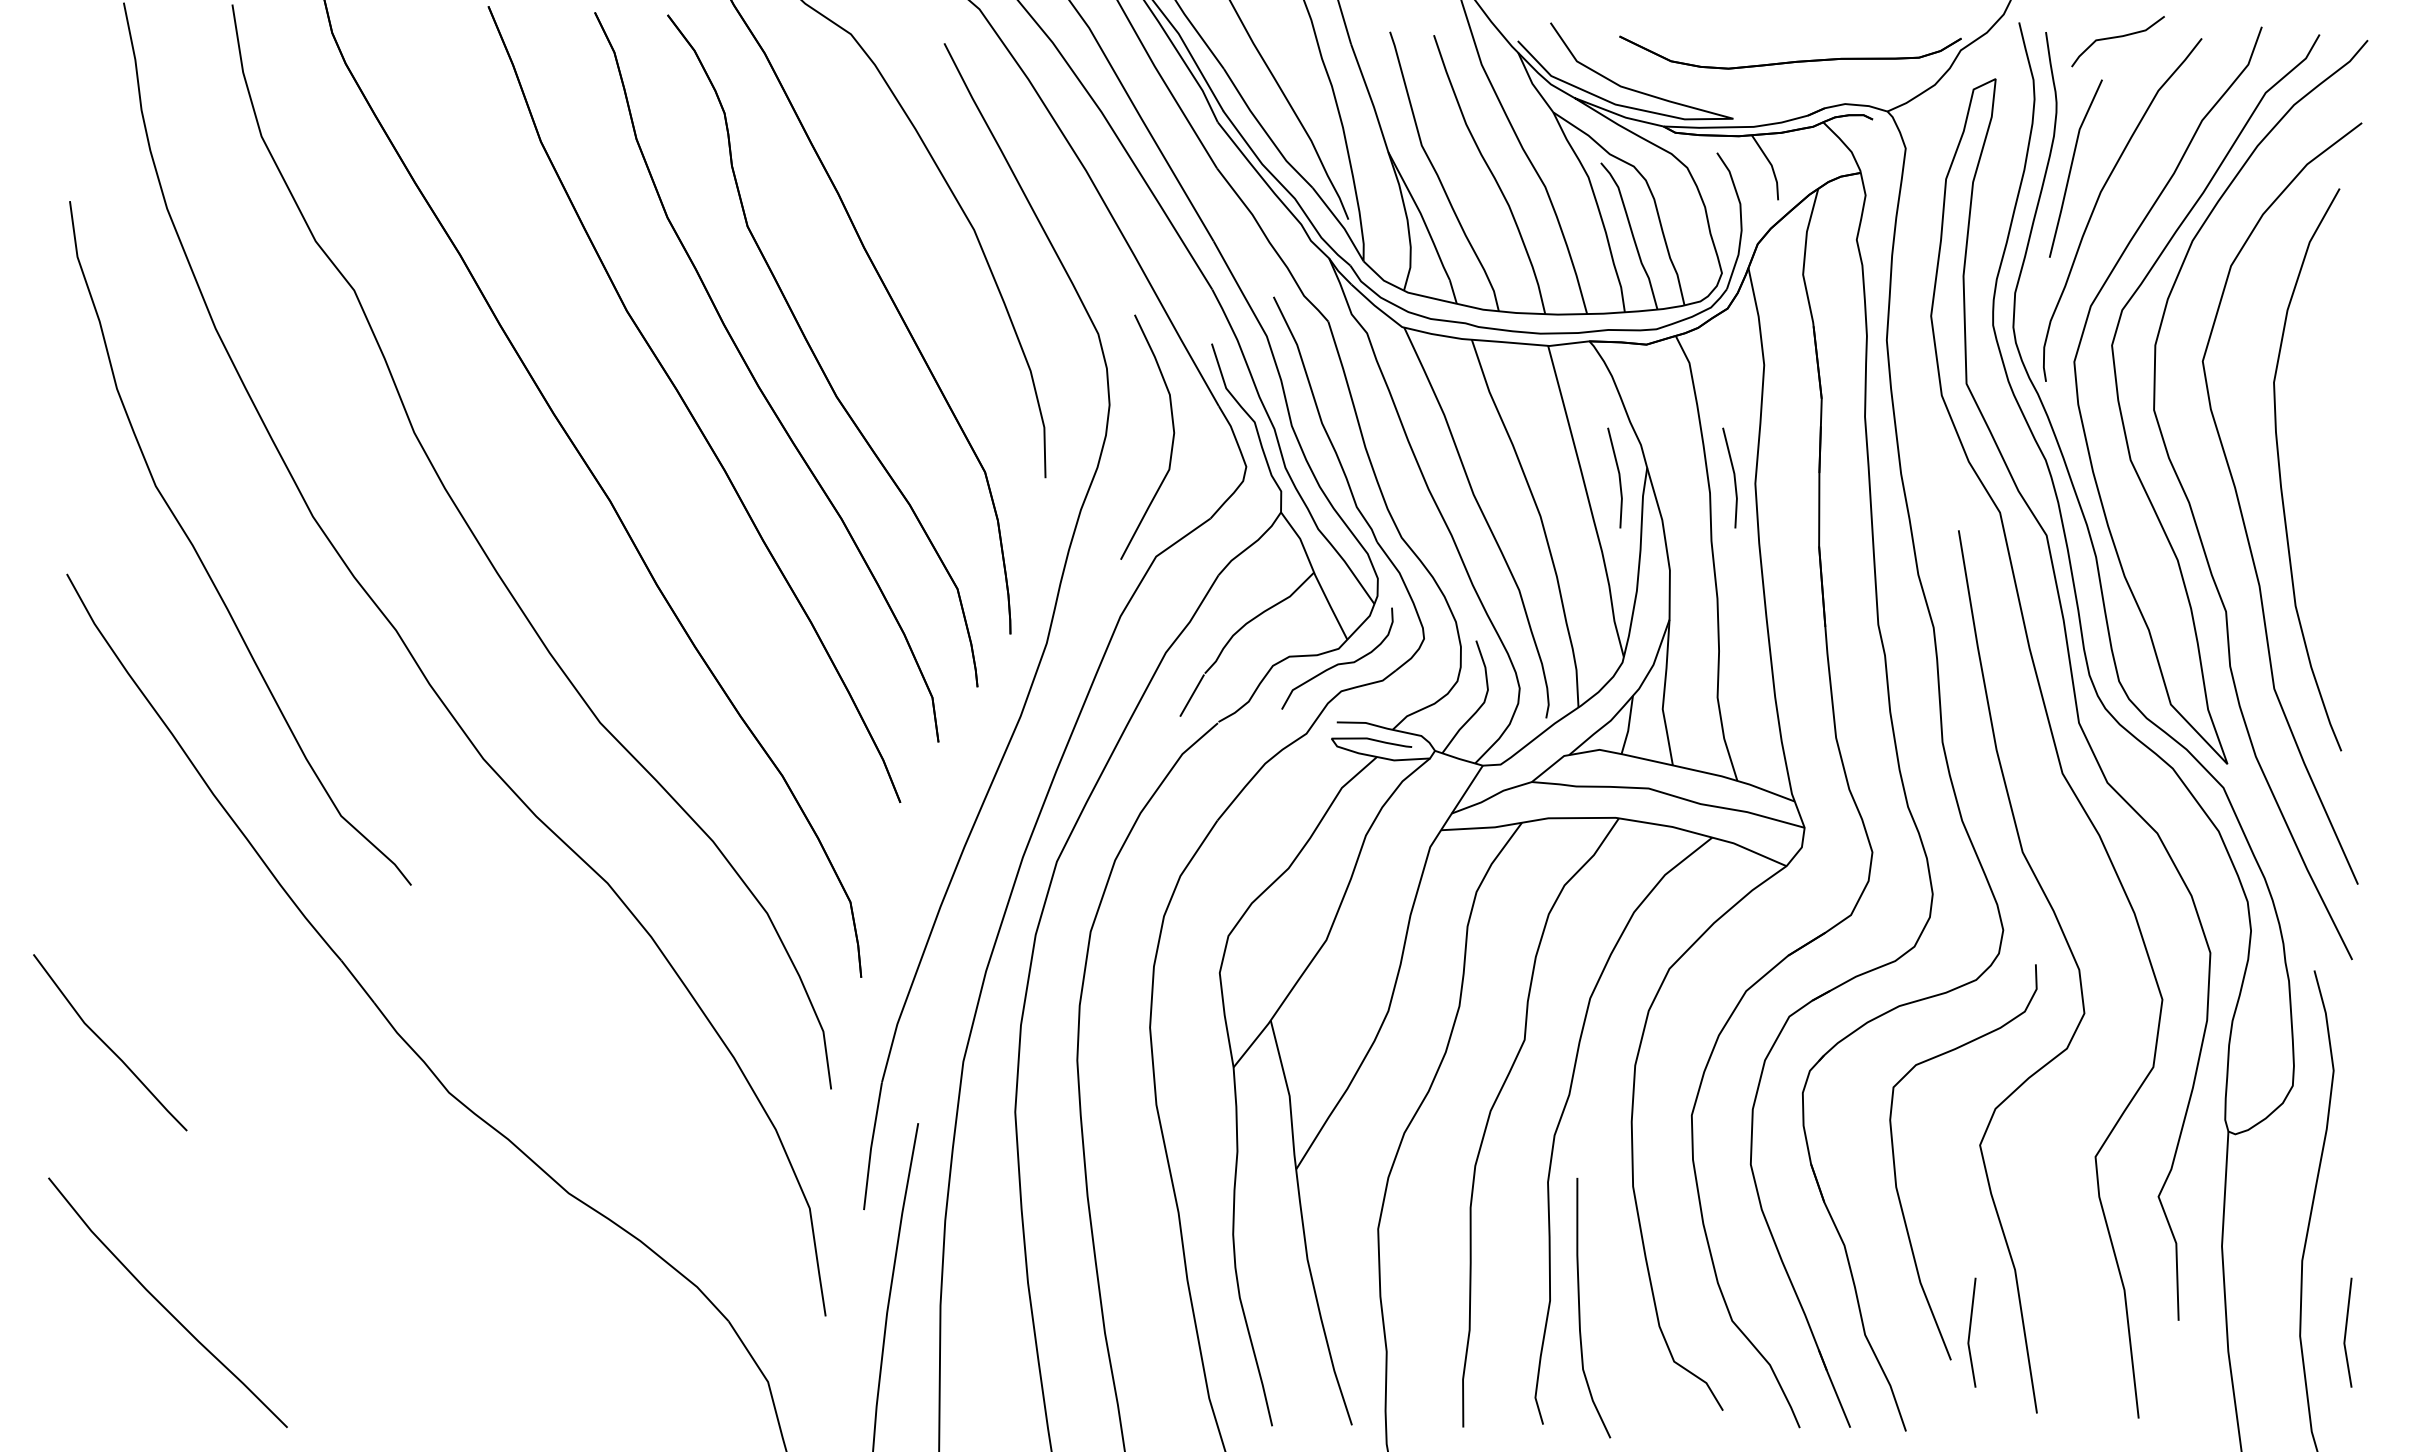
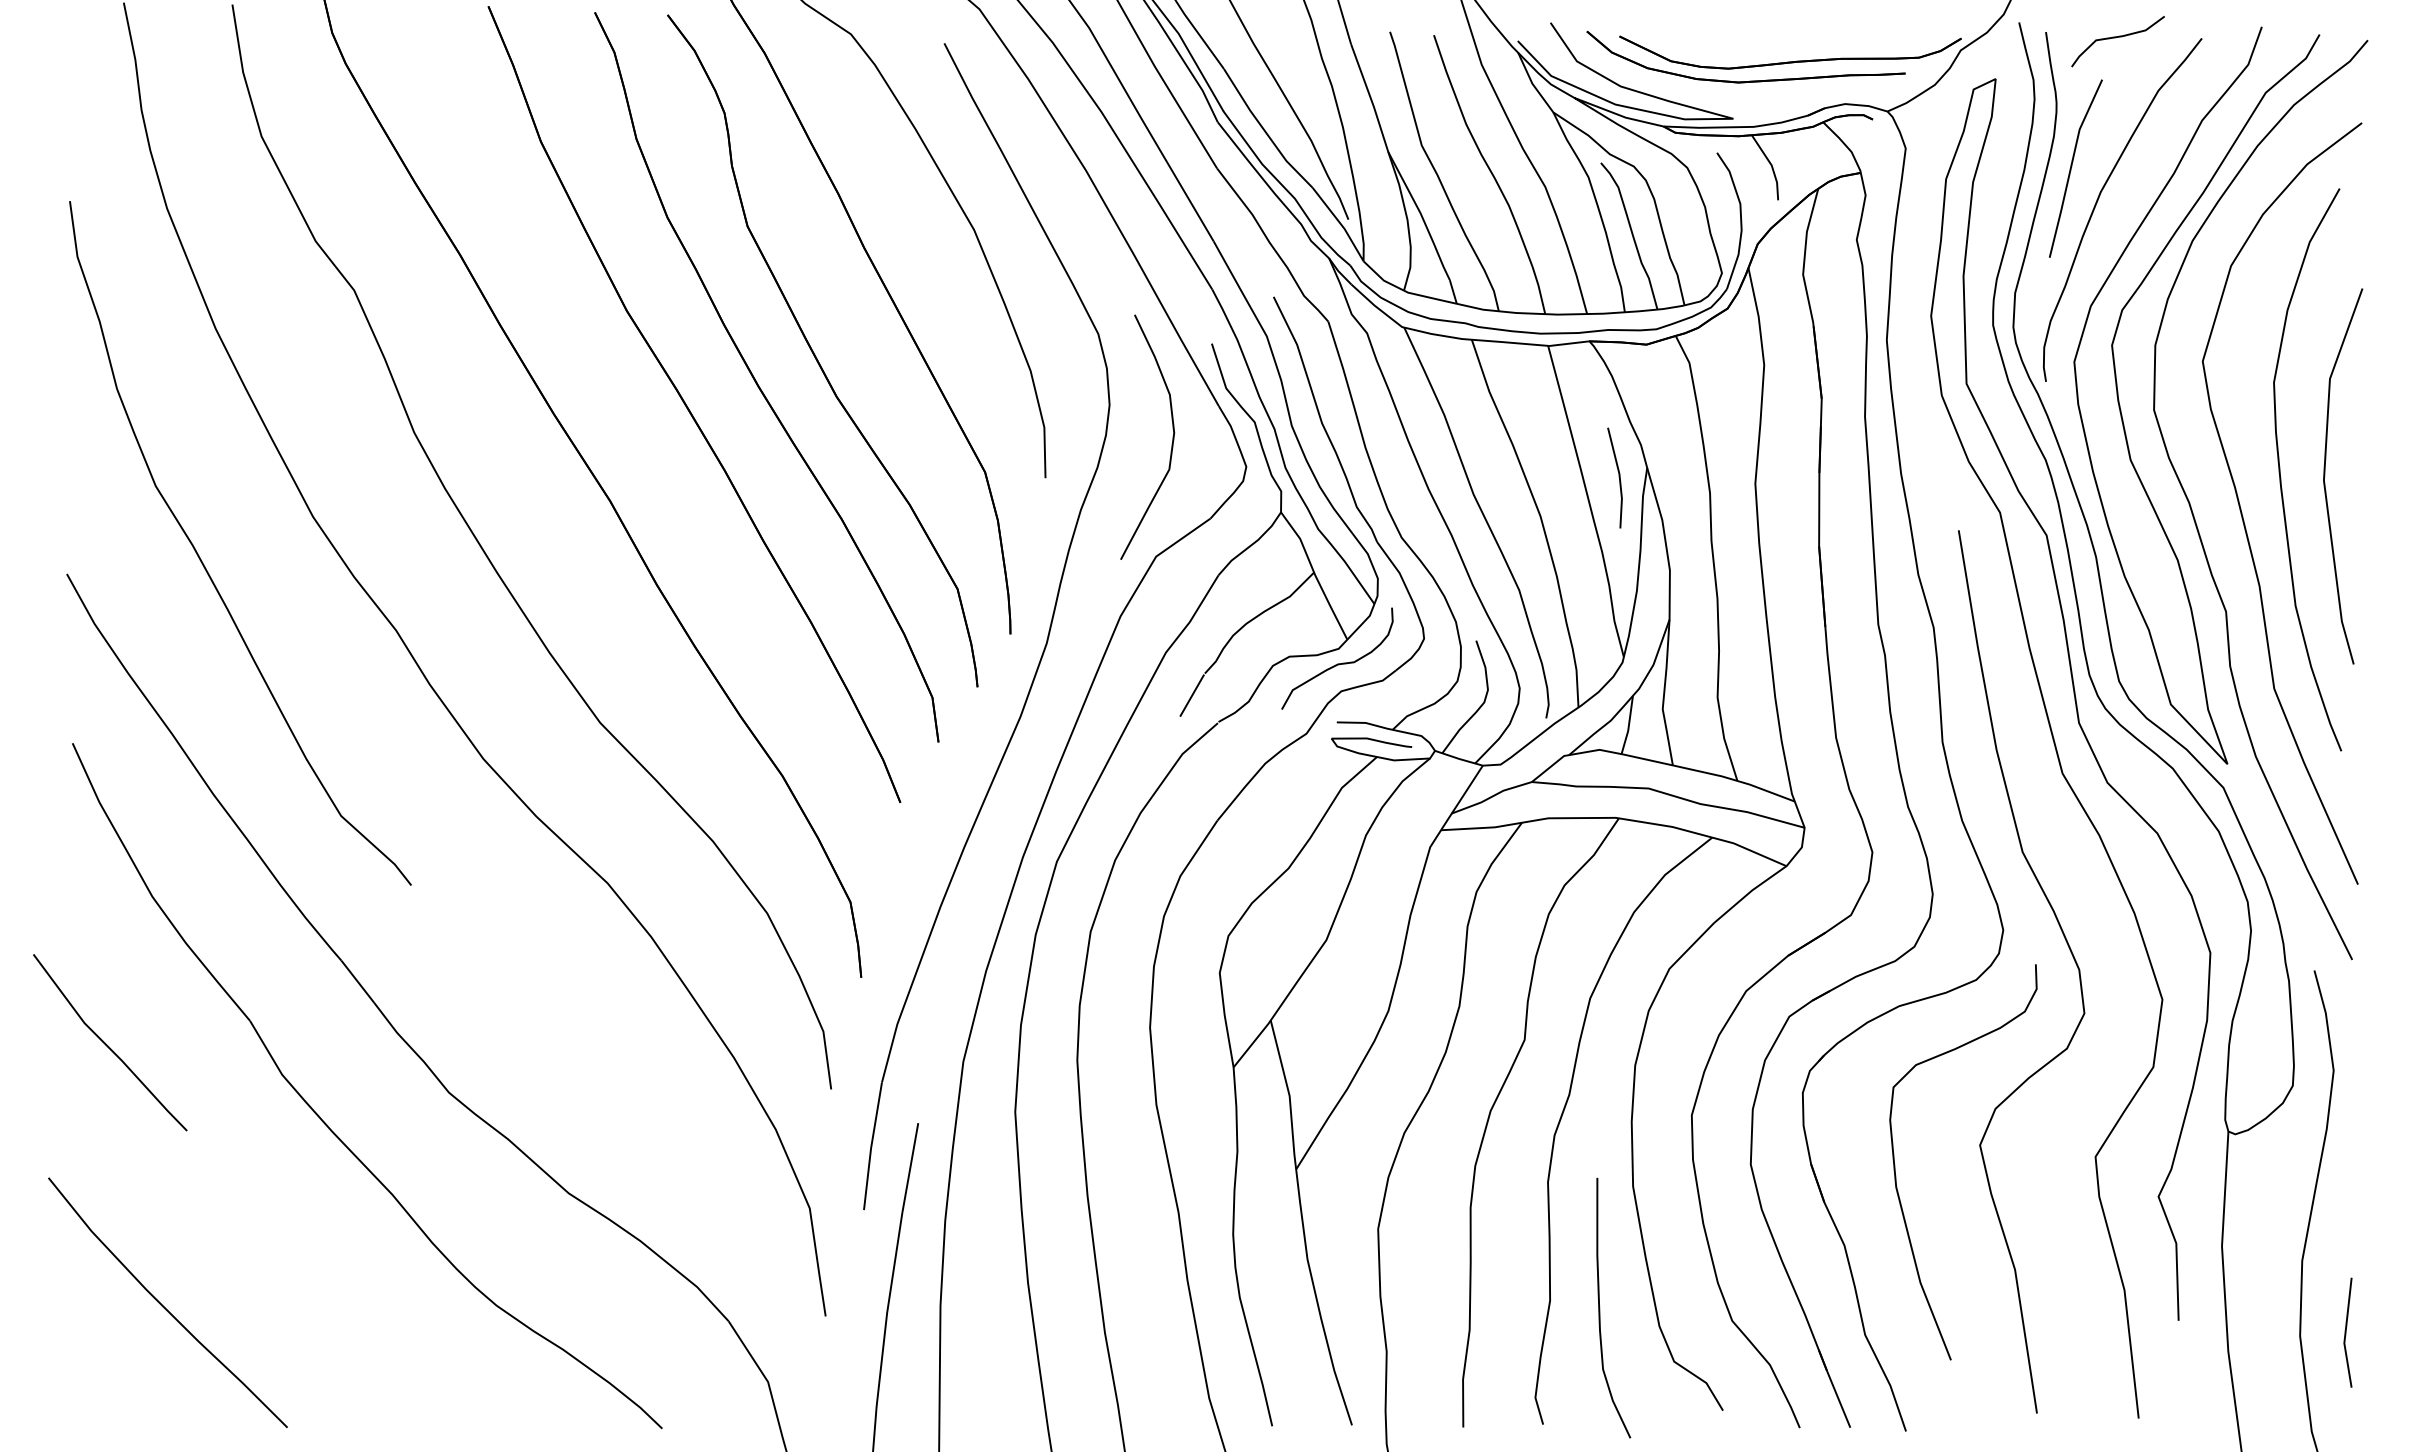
part at (1749, 80): none -> present
curve at (2325, 476): none -> present
line at (1733, 477): present -> none
part at (328, 1125): none -> present
curve at (1580, 1307) position: (1580, 1307) -> (1600, 1307)
line at (1970, 1332): present -> none
